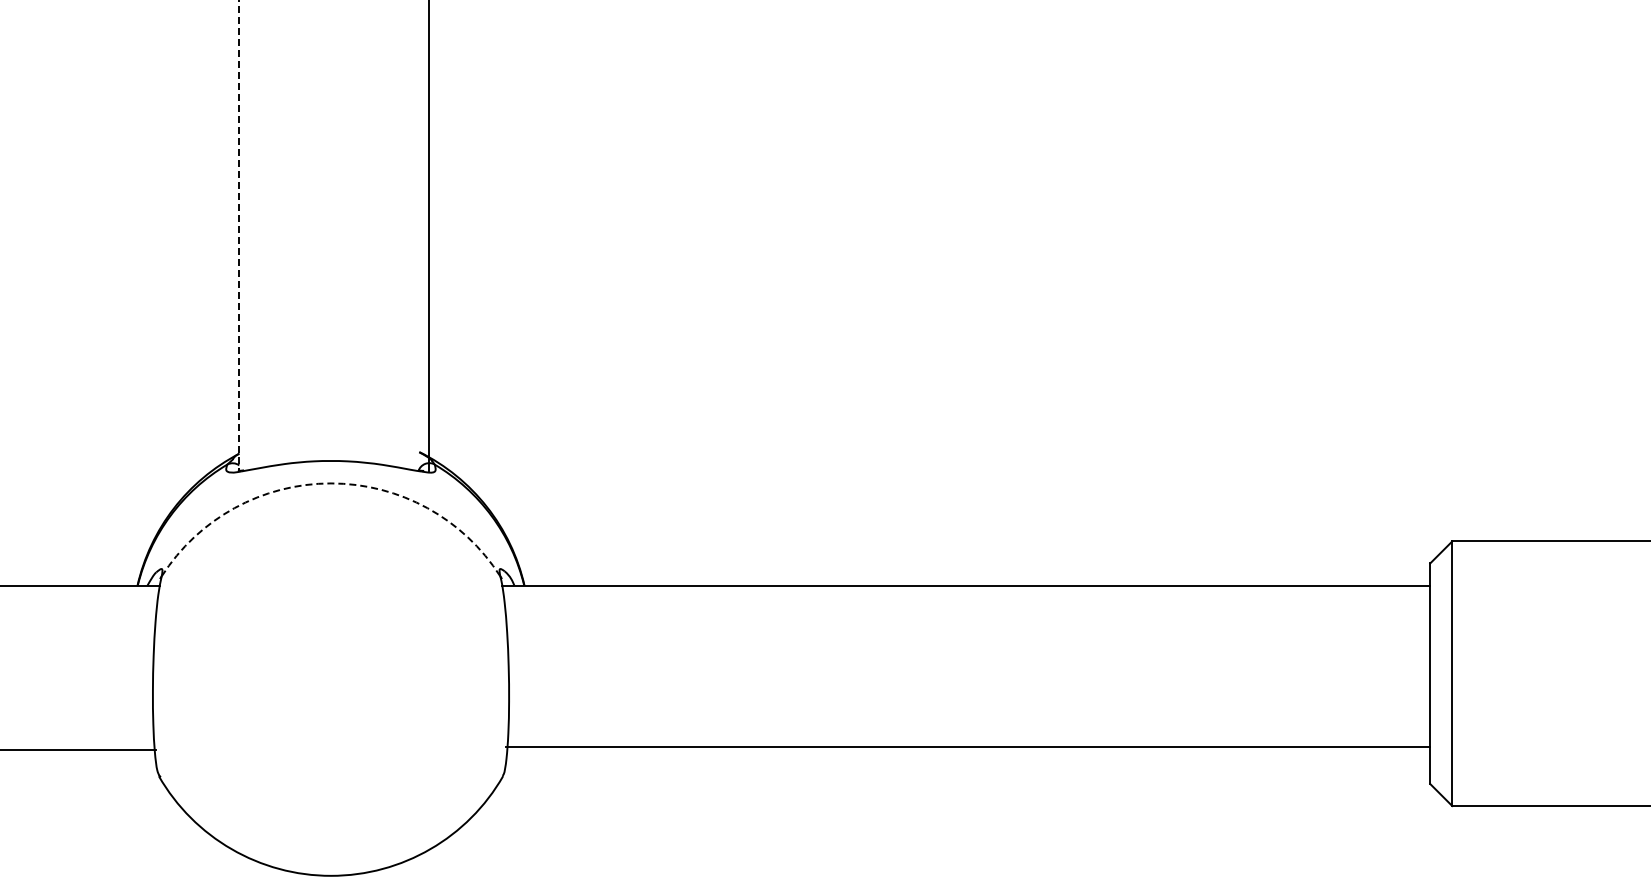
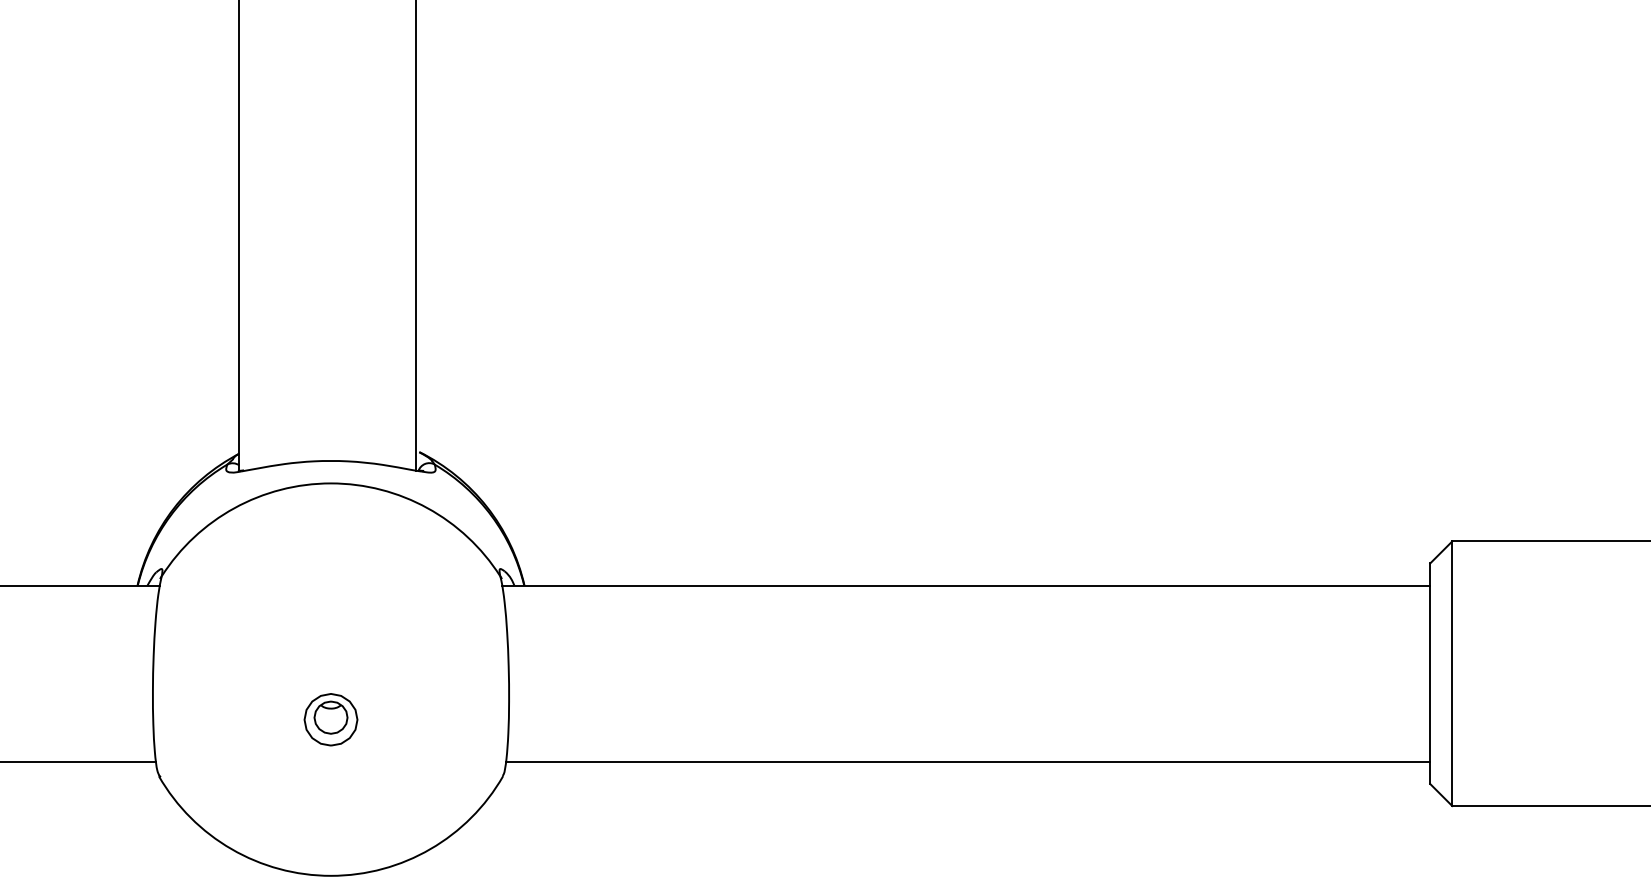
line at (239, 235): dashed -> solid
line at (428, 236) position: (428, 236) -> (415, 236)
arc at (331, 483): dashed -> solid
part at (330, 719): none -> present
line at (967, 746) position: (967, 746) -> (967, 761)
line at (79, 749) position: (79, 749) -> (79, 761)
